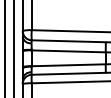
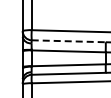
line at (68, 41): solid -> dashed
line at (5, 48): present -> none
line at (13, 48): present -> none
